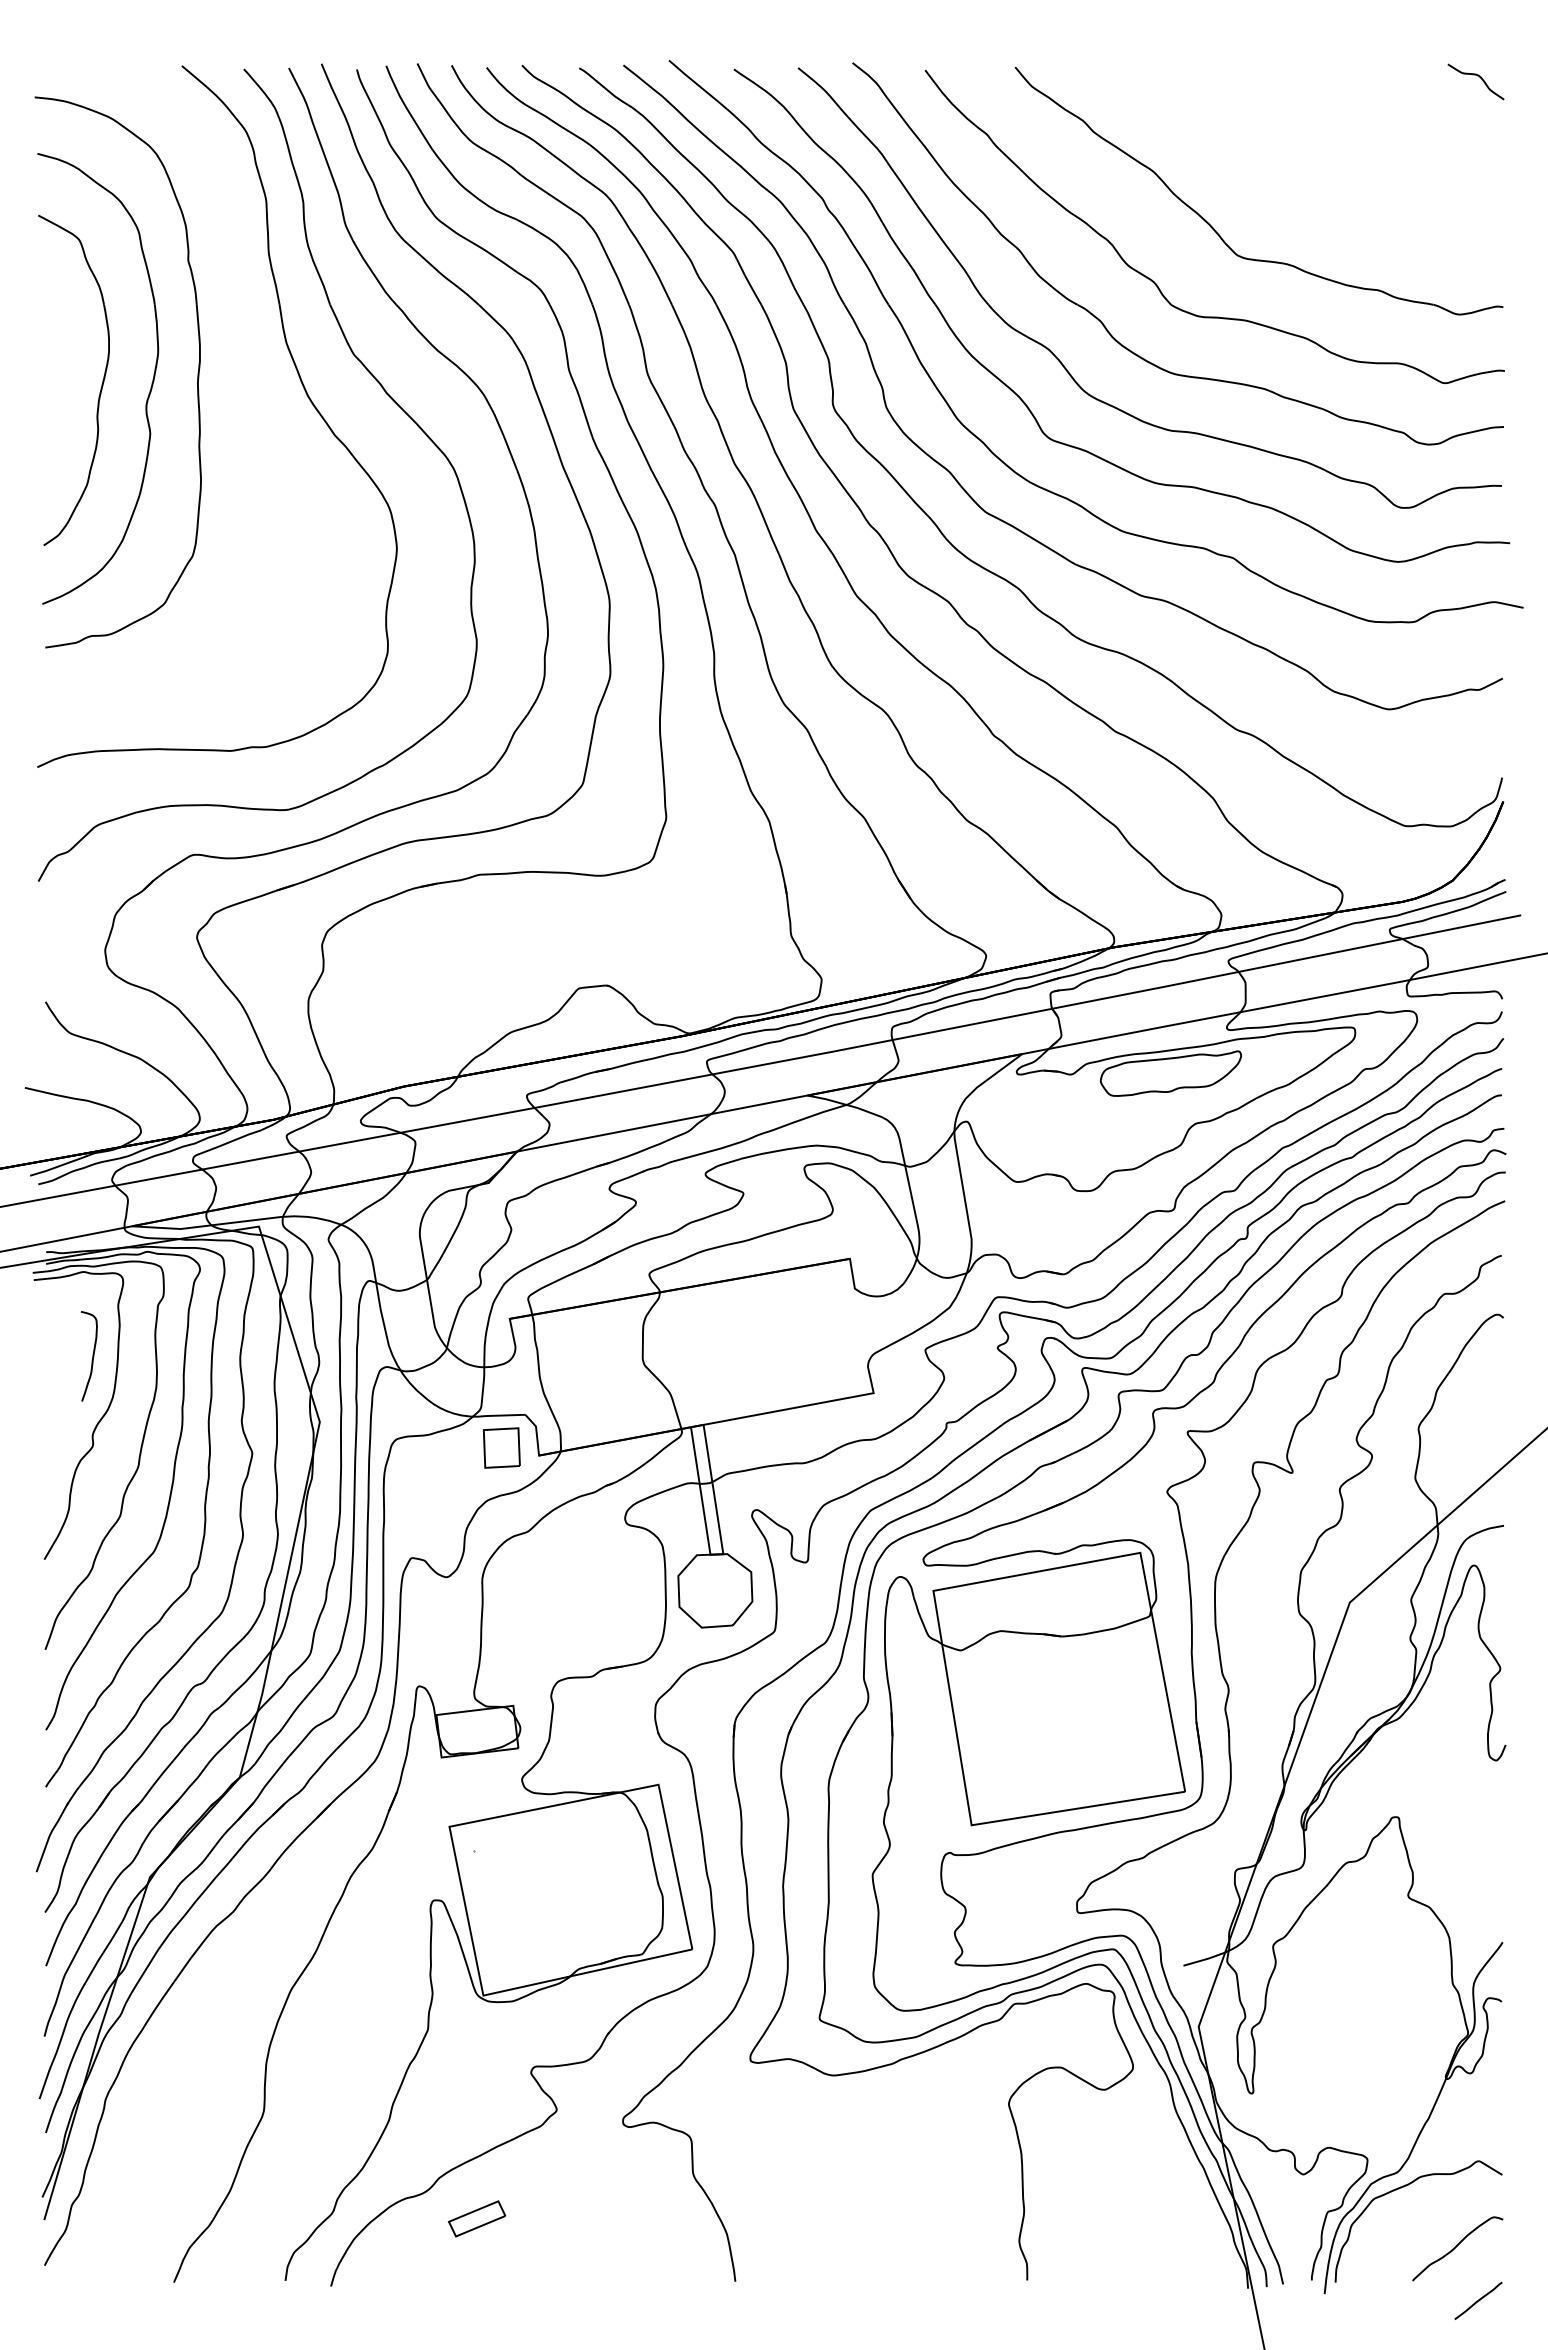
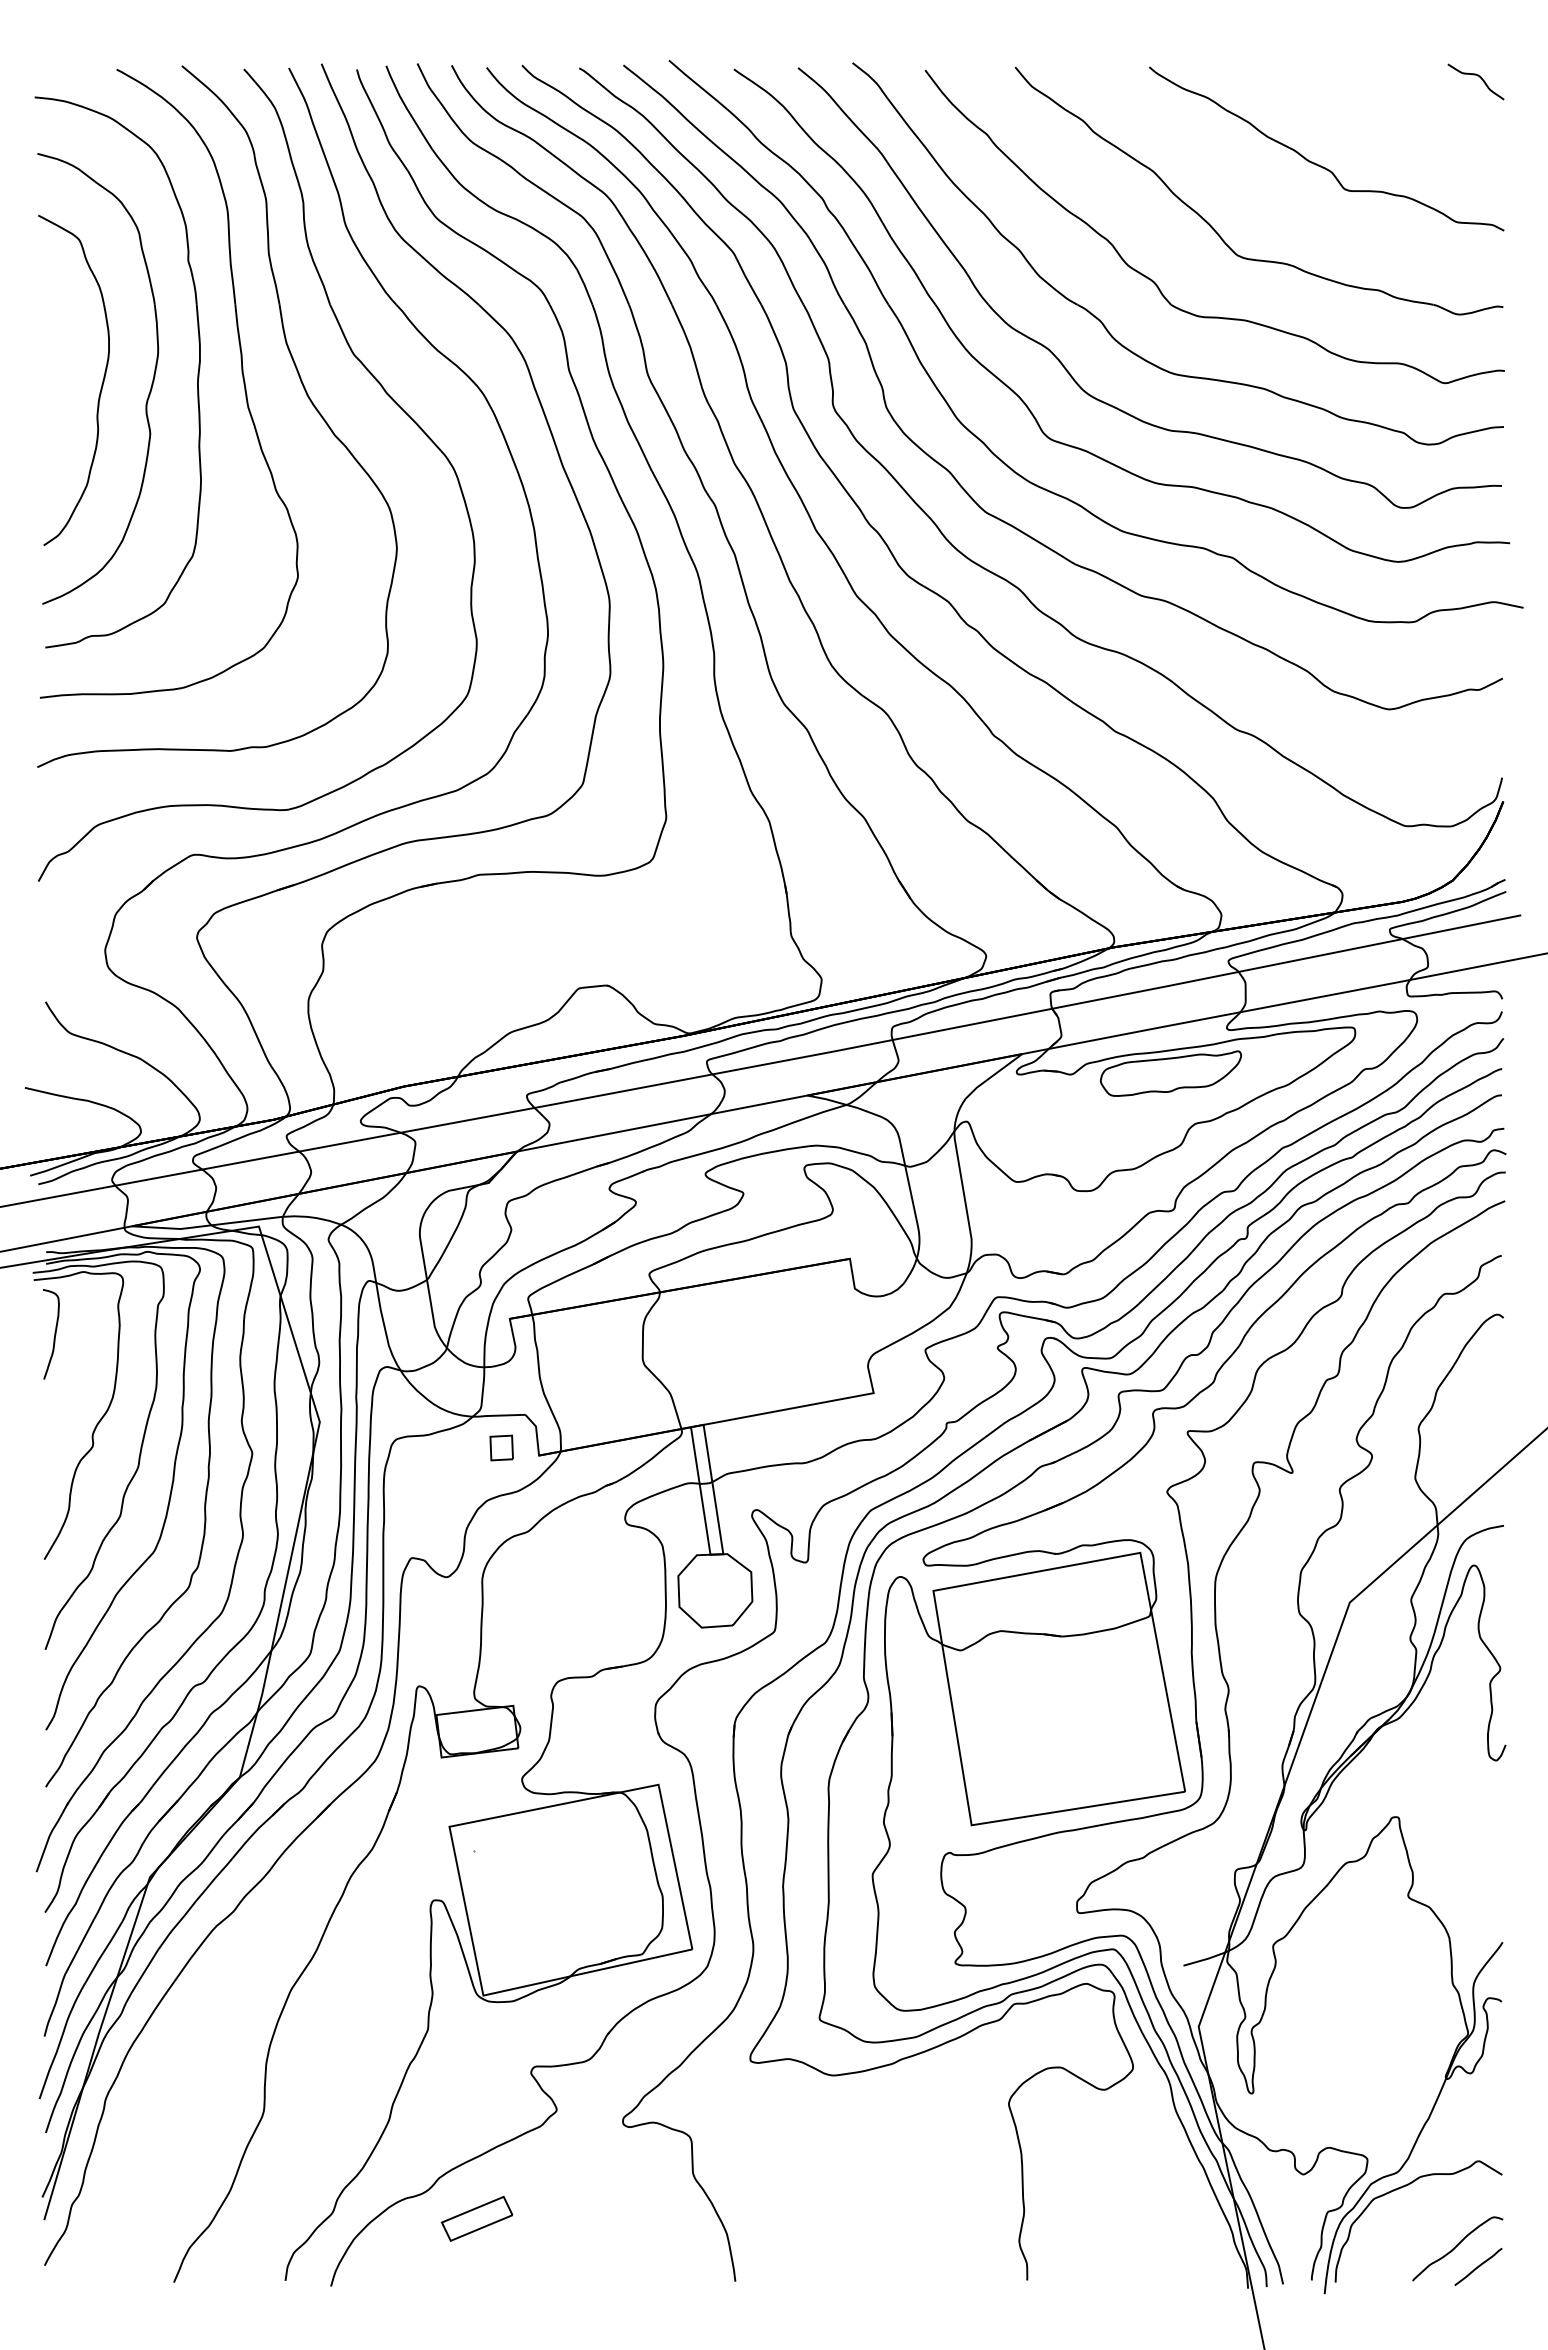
curve at (1319, 164): none -> present
part at (241, 372): none -> present
curve at (92, 1356) position: (92, 1356) -> (54, 1334)
part at (501, 1447) size: 39x42 px -> 25x28 px
part at (476, 2218) size: 60x38 px -> 74x46 px
line at (1478, 2300) position: (1478, 2300) -> (1478, 2266)
